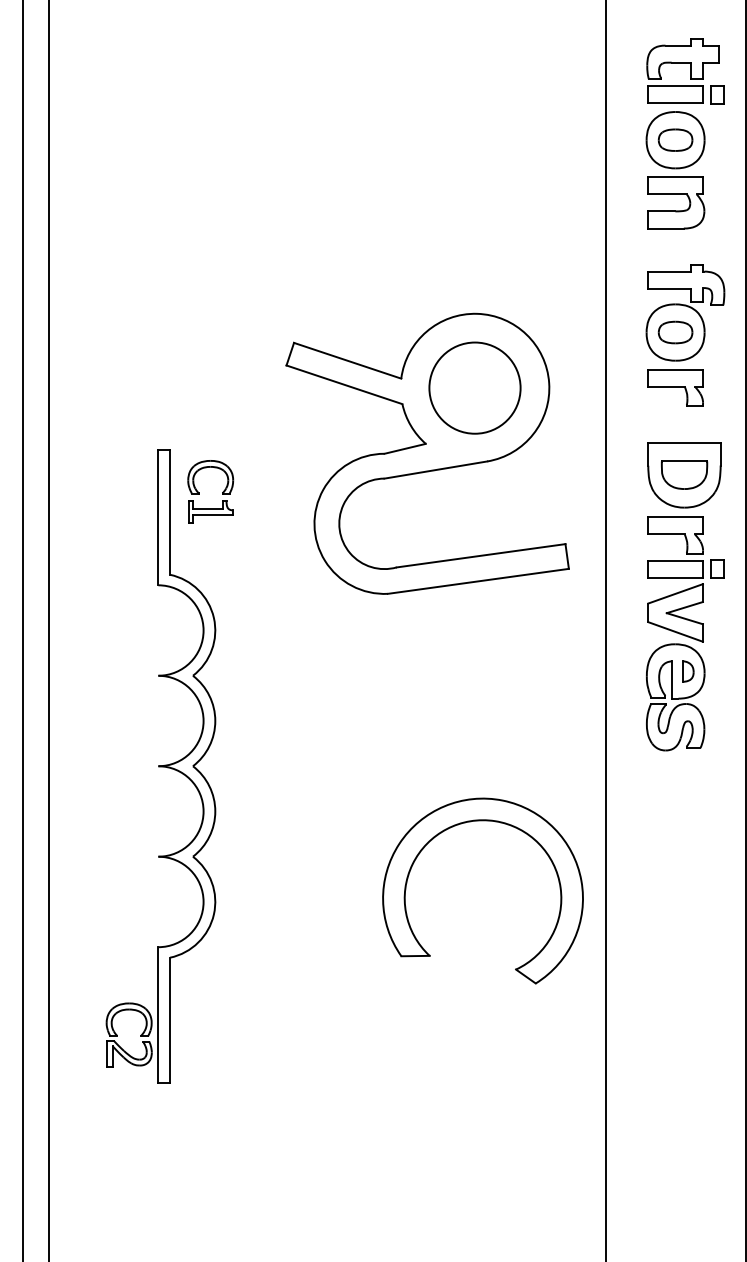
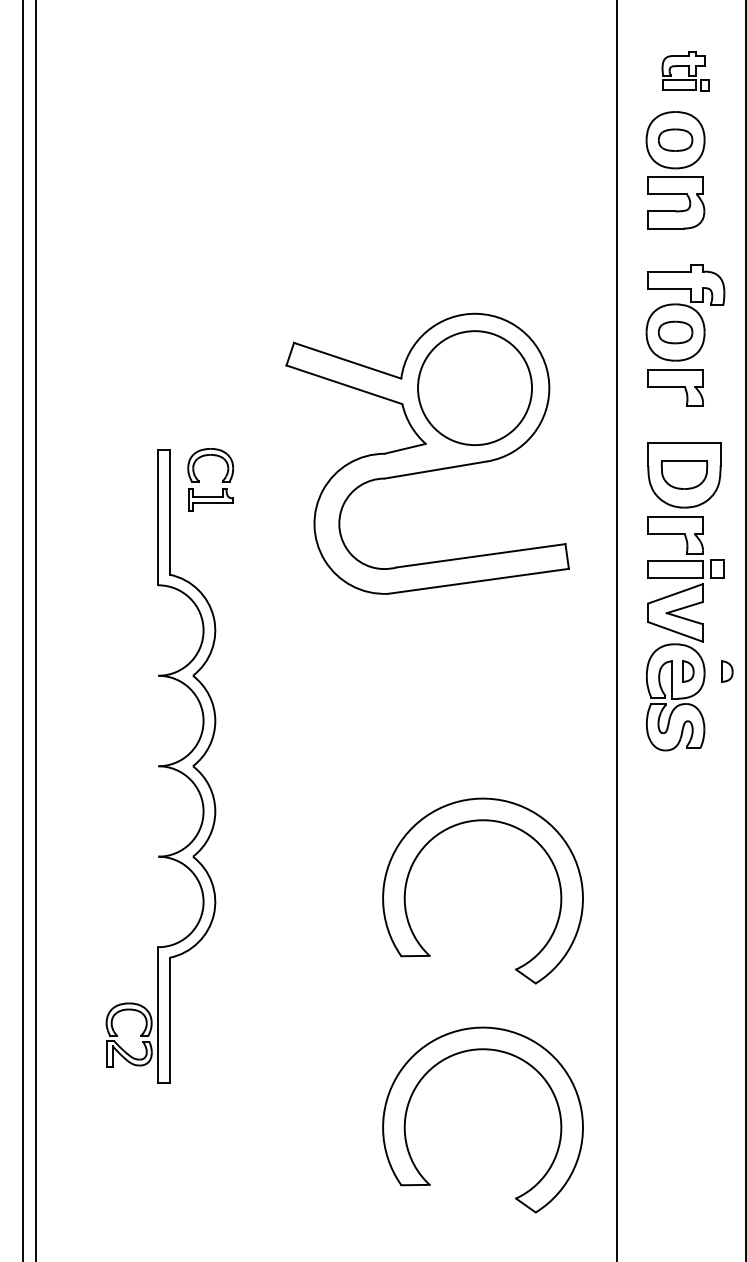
part at (685, 71) size: 79x67 px -> 49x41 px
circle at (474, 387) diameter: 91 px -> 114 px
part at (199, 492) position: (199, 492) -> (199, 480)
line at (48, 630) position: (48, 630) -> (35, 630)
line at (606, 630) position: (606, 630) -> (617, 630)
part at (727, 671): none -> present
part at (482, 1050): none -> present
